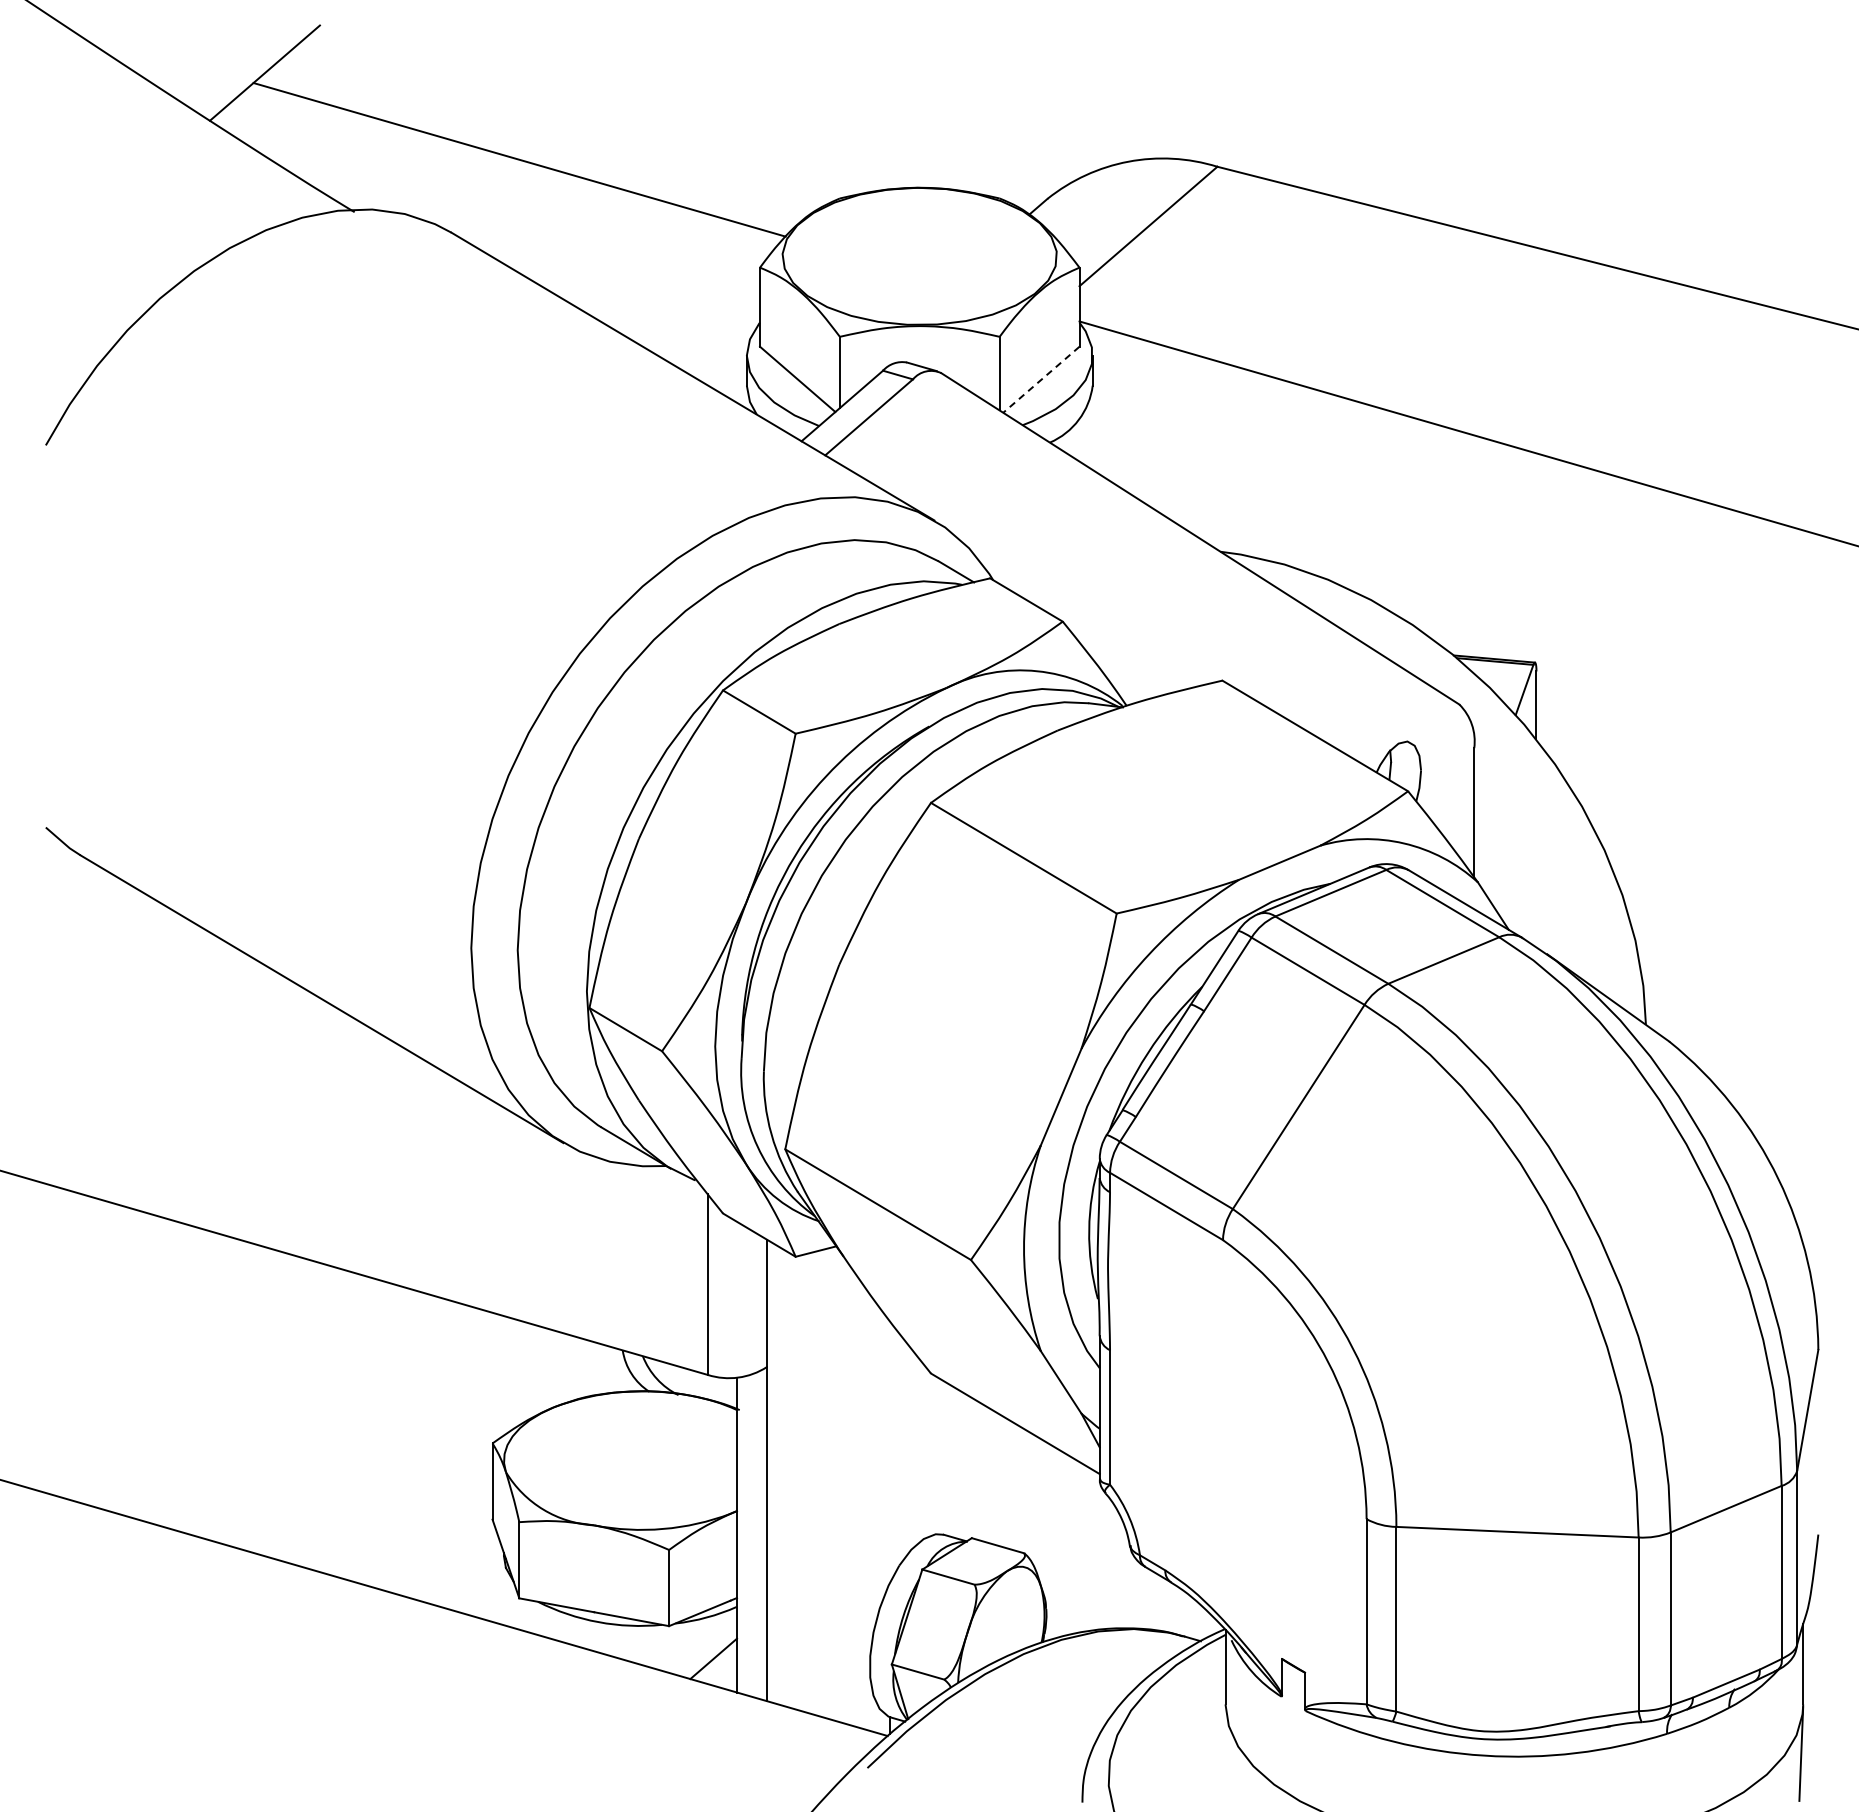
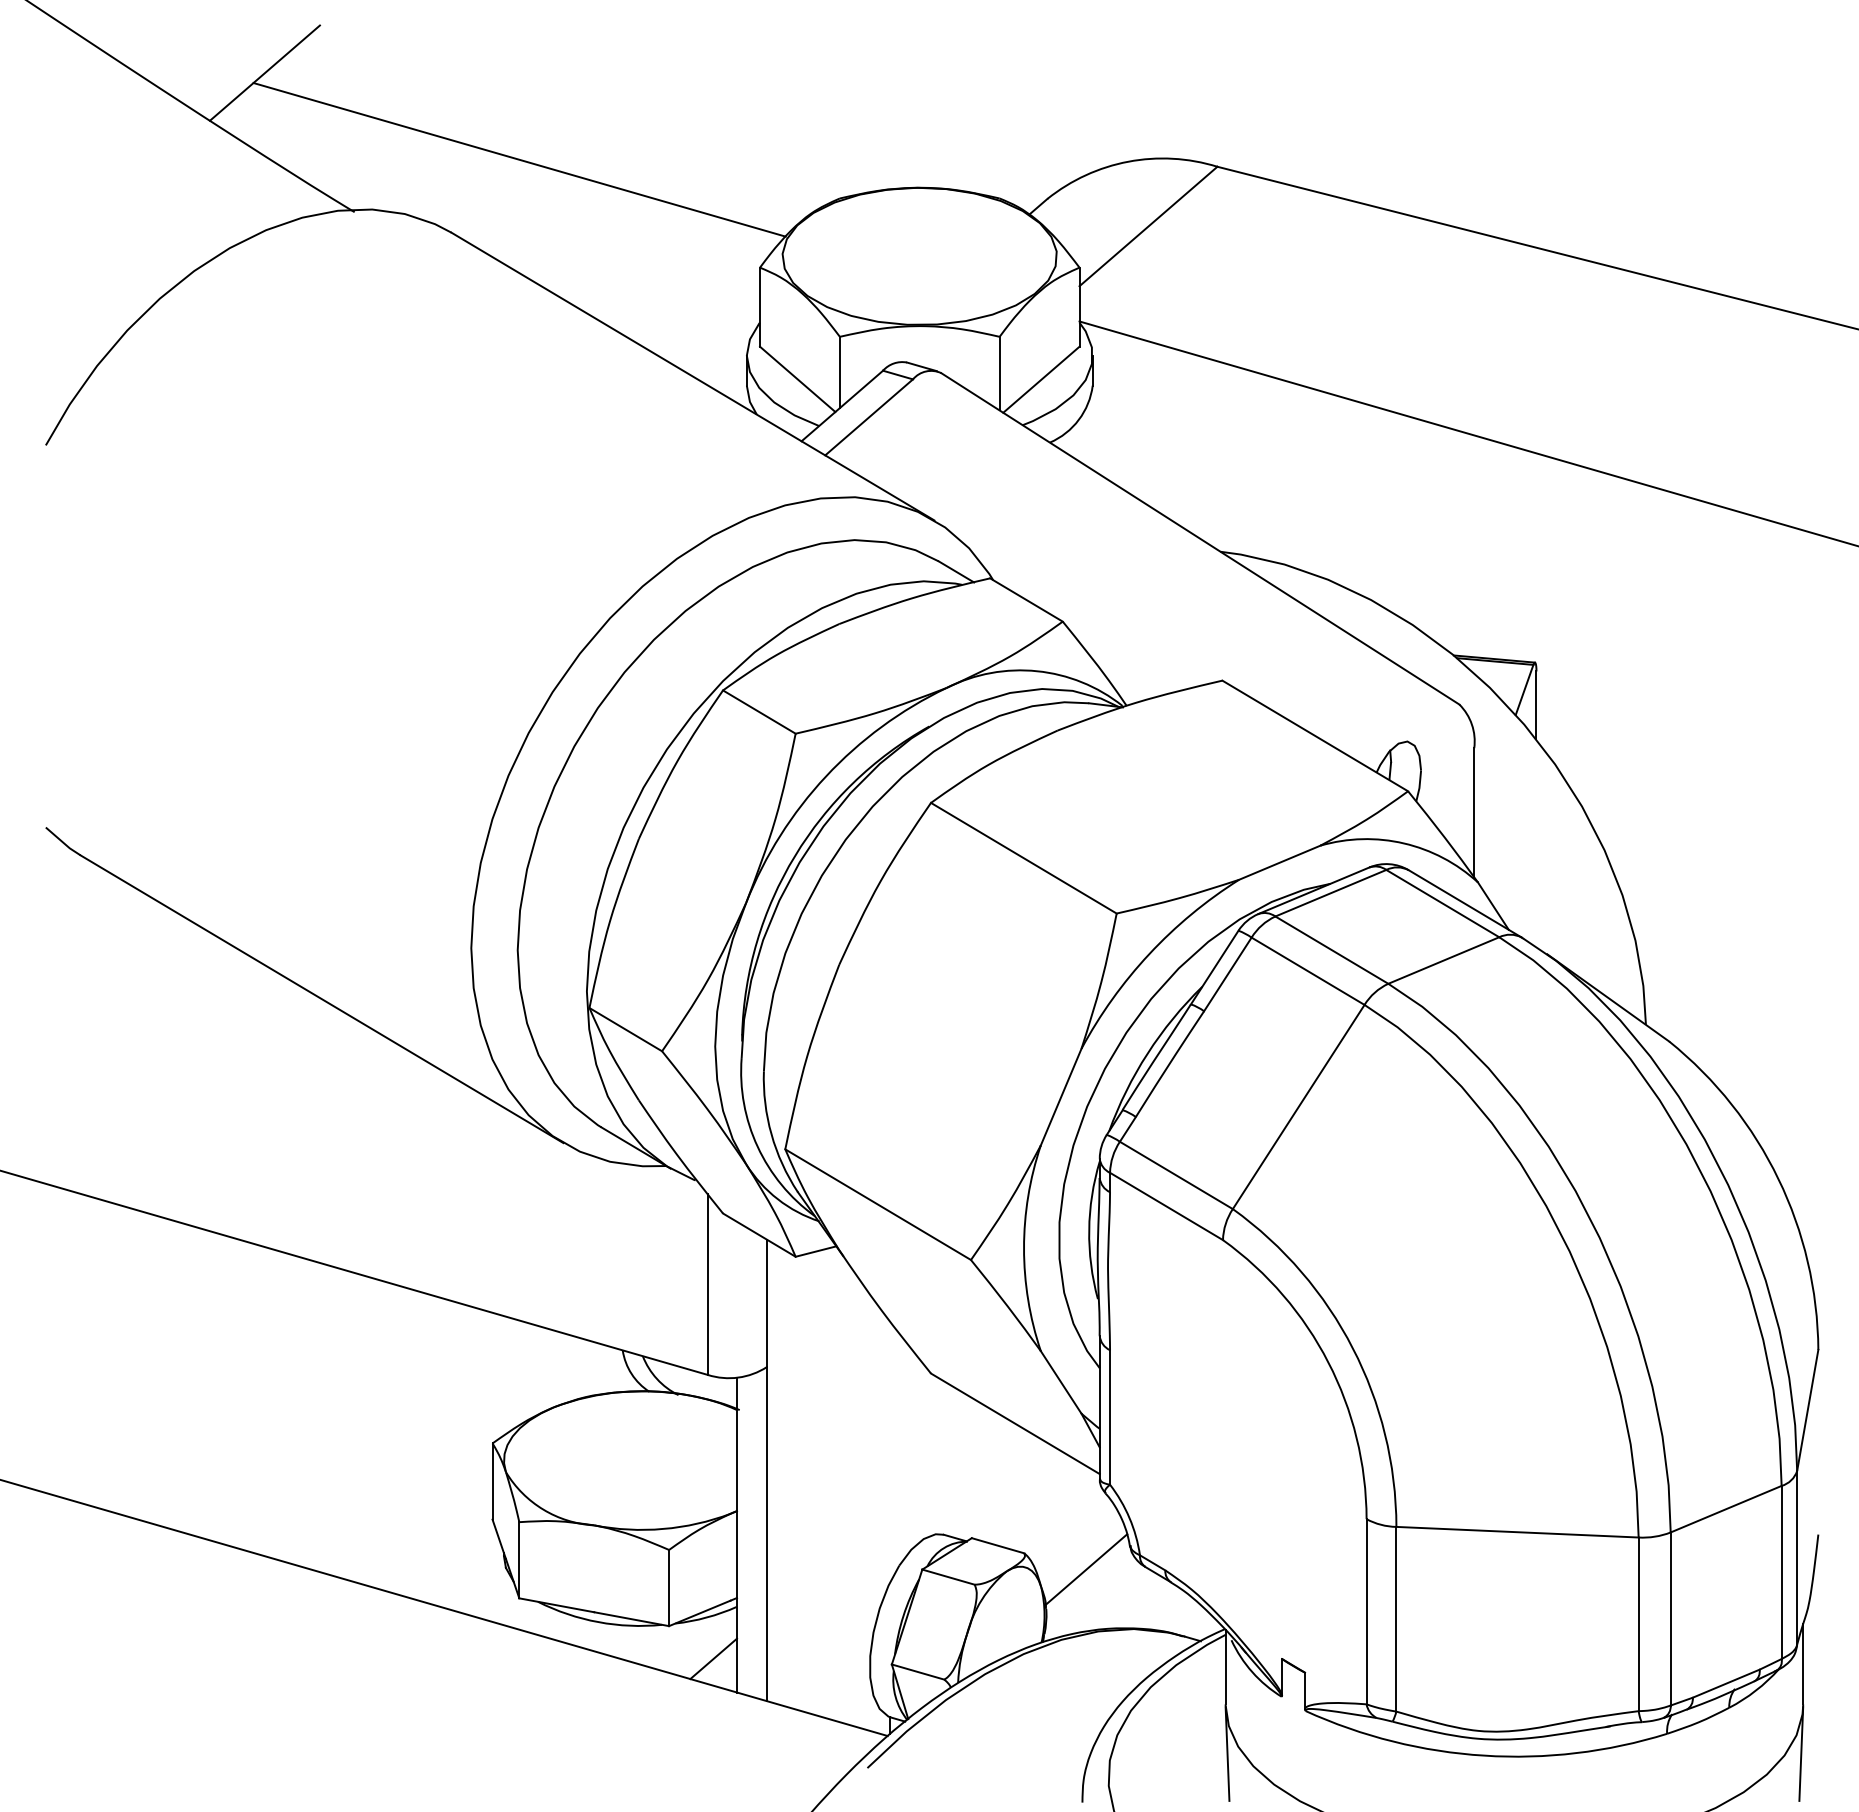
line at (1041, 380): dashed -> solid
line at (1086, 1569): none -> present
line at (1227, 1753): none -> present
